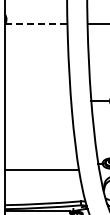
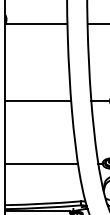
line at (35, 24): dashed -> solid
line at (38, 101): none -> present
line at (41, 170) position: (41, 170) -> (41, 164)
